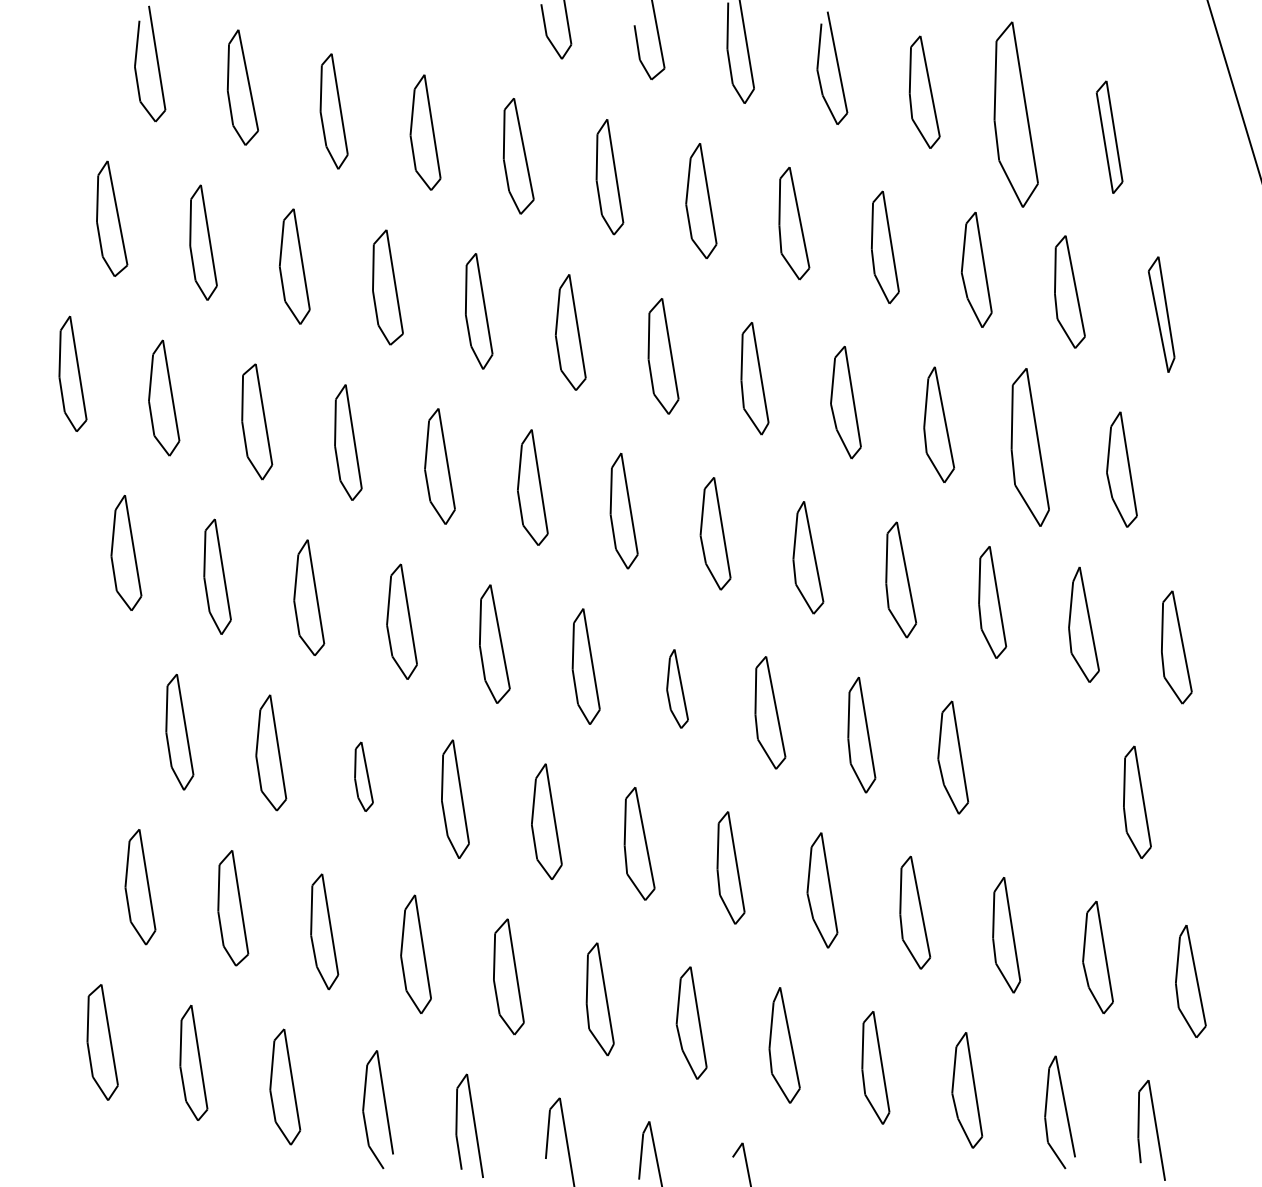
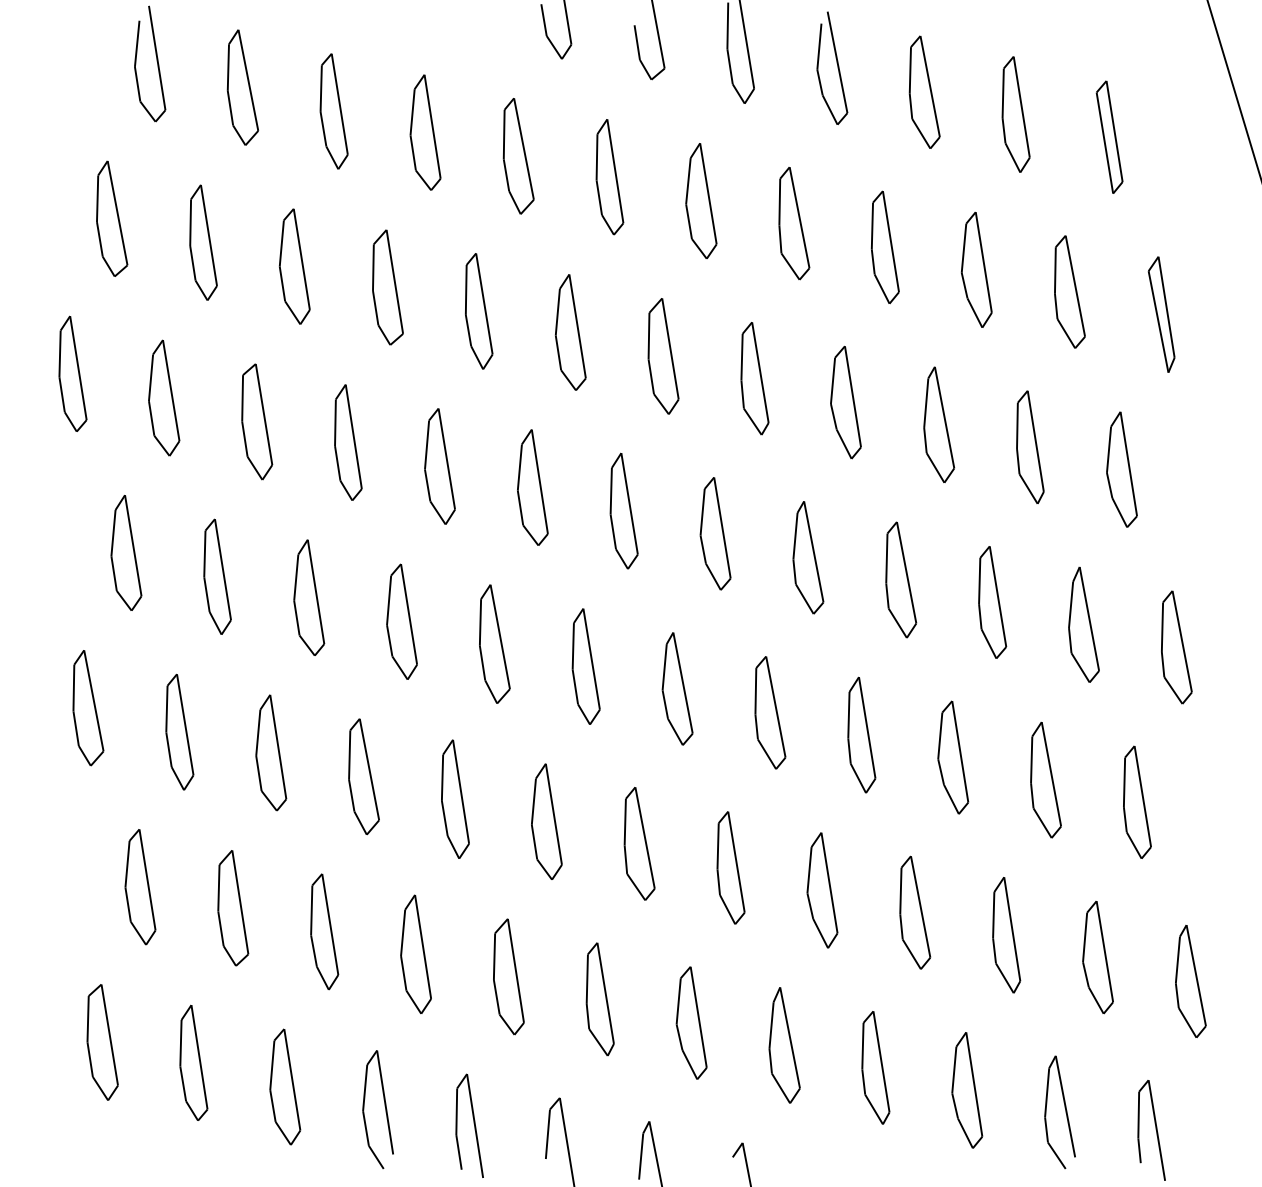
part at (1015, 114) size: 46x187 px -> 30x117 px
part at (1029, 447) size: 40x159 px -> 29x114 px
part at (677, 688) size: 23x80 px -> 33x114 px
part at (88, 708): none -> present
part at (363, 776) size: 20x71 px -> 32x118 px
part at (1045, 779): none -> present
